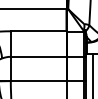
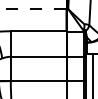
line at (33, 9): solid -> dashed
